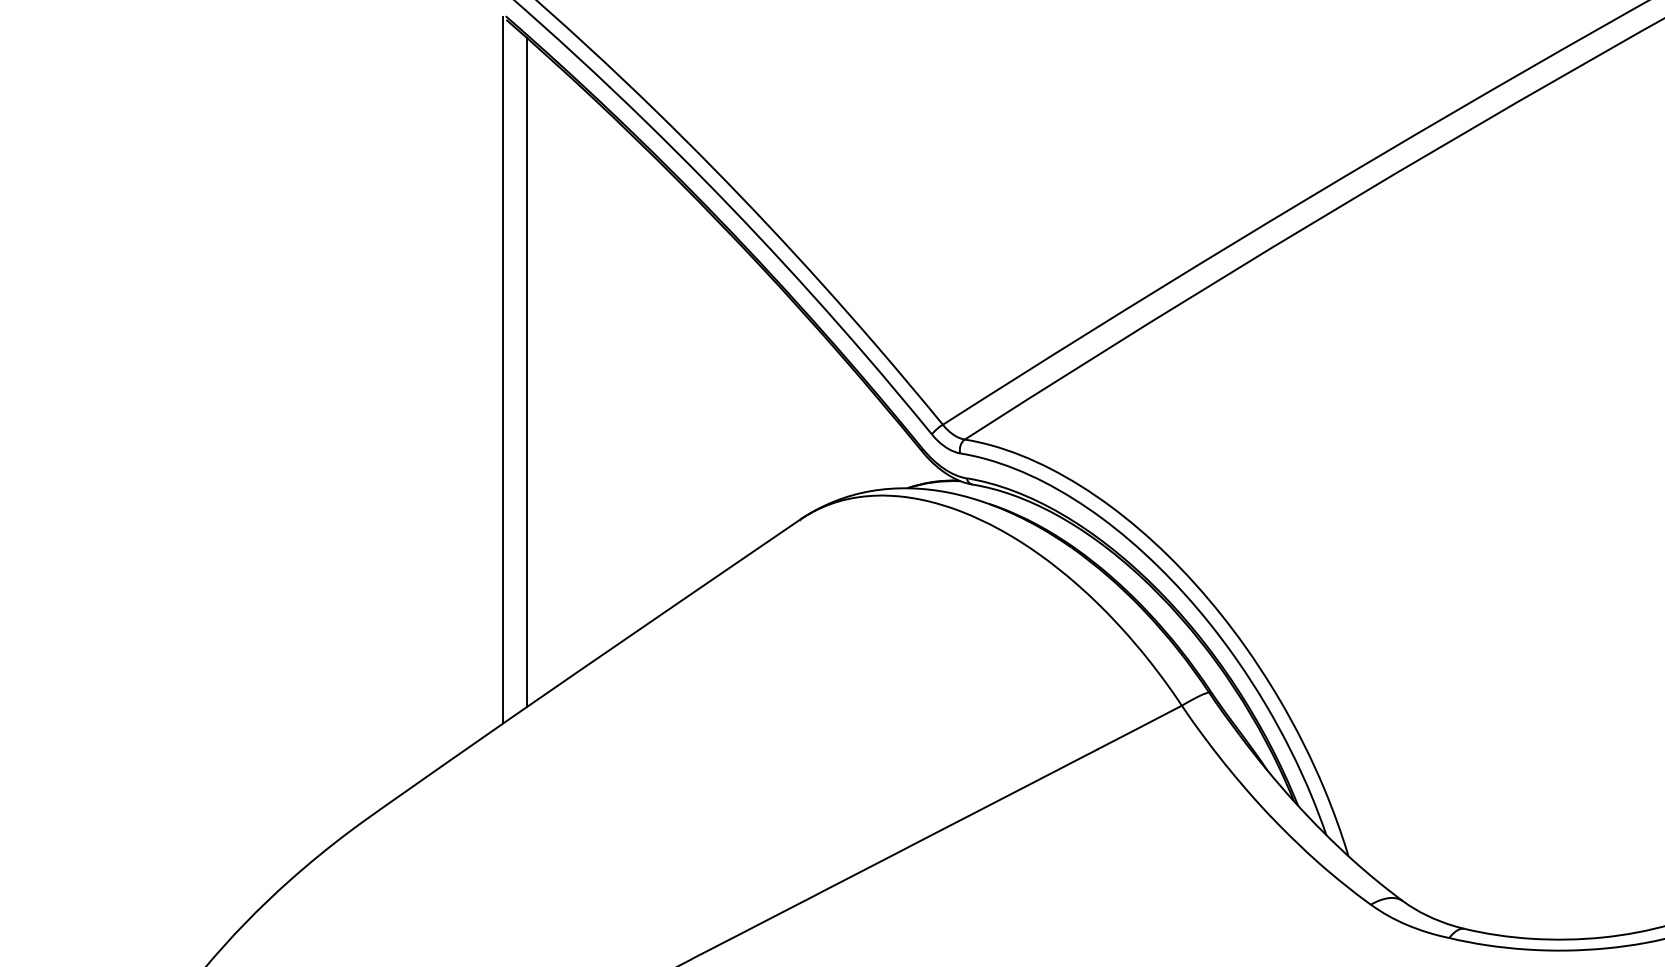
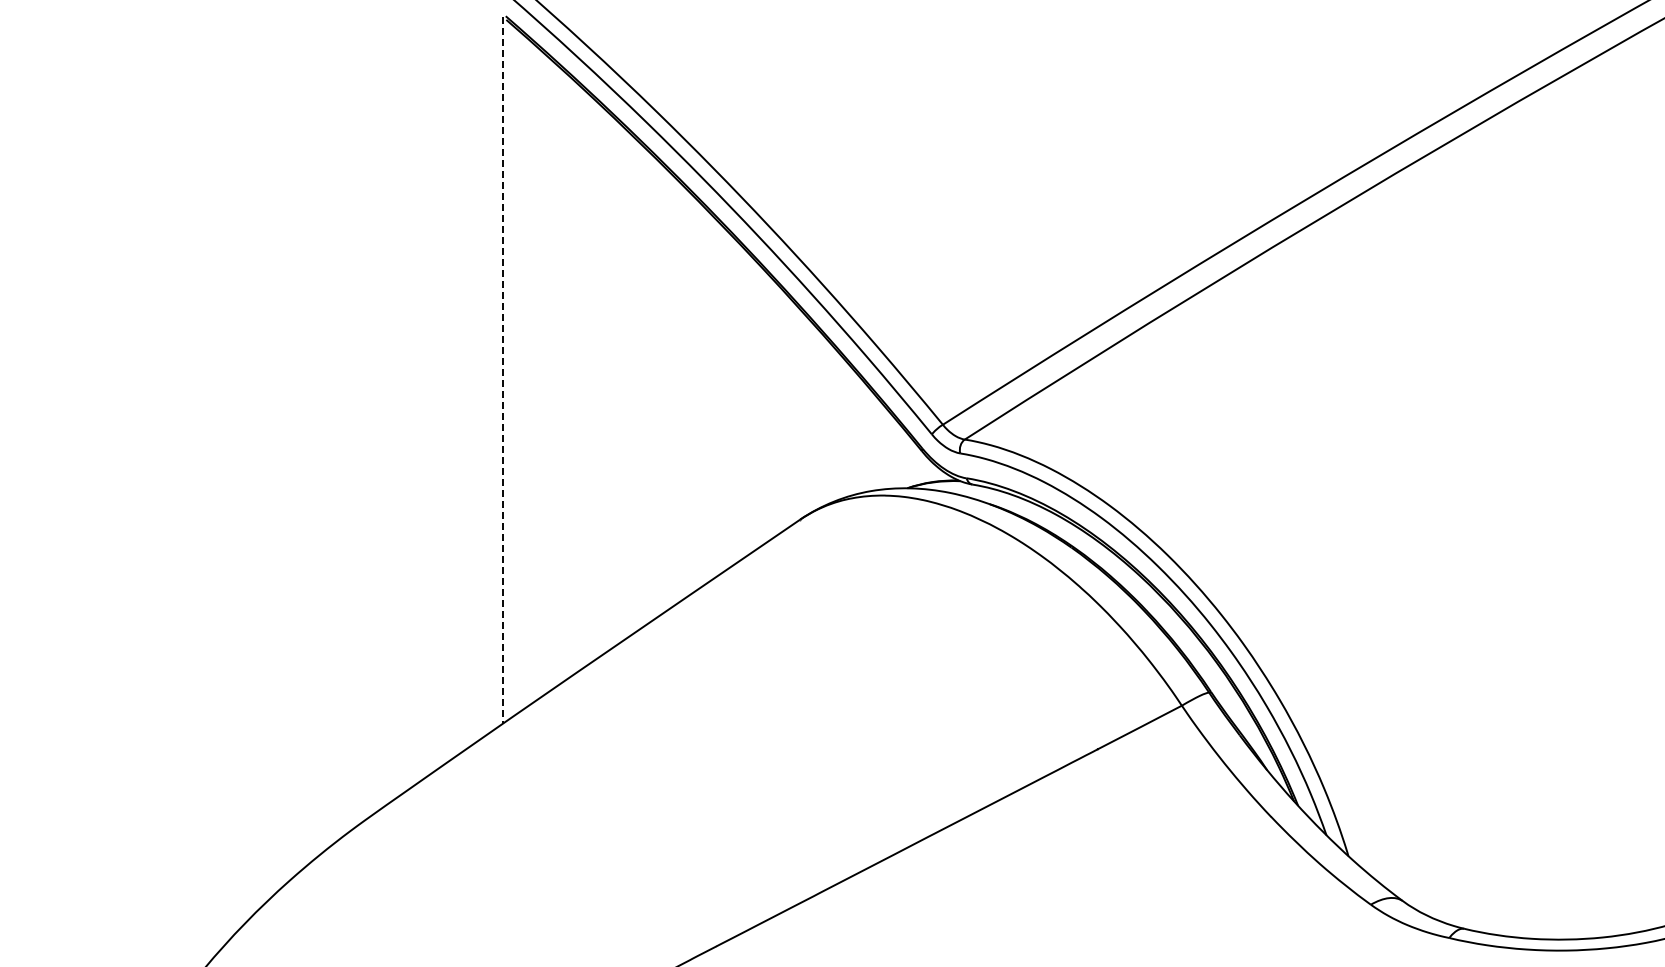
line at (503, 370): solid -> dashed
line at (527, 372): present -> none
